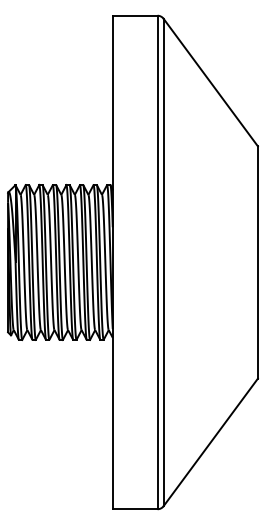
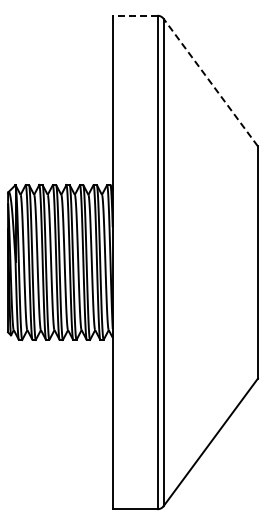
line at (134, 15): solid -> dashed
line at (210, 82): solid -> dashed
